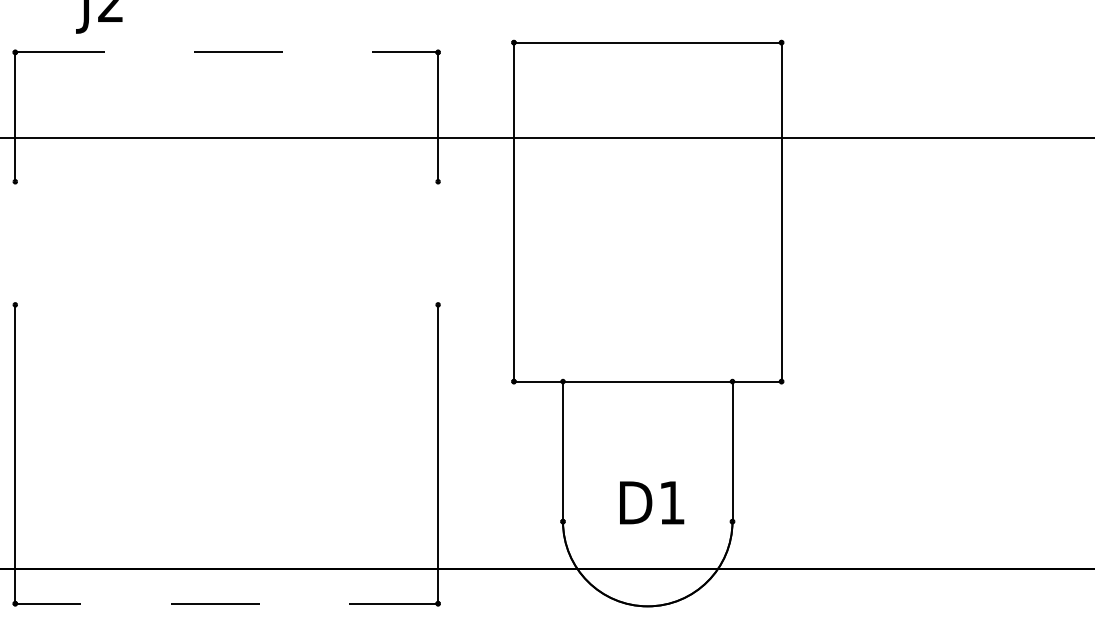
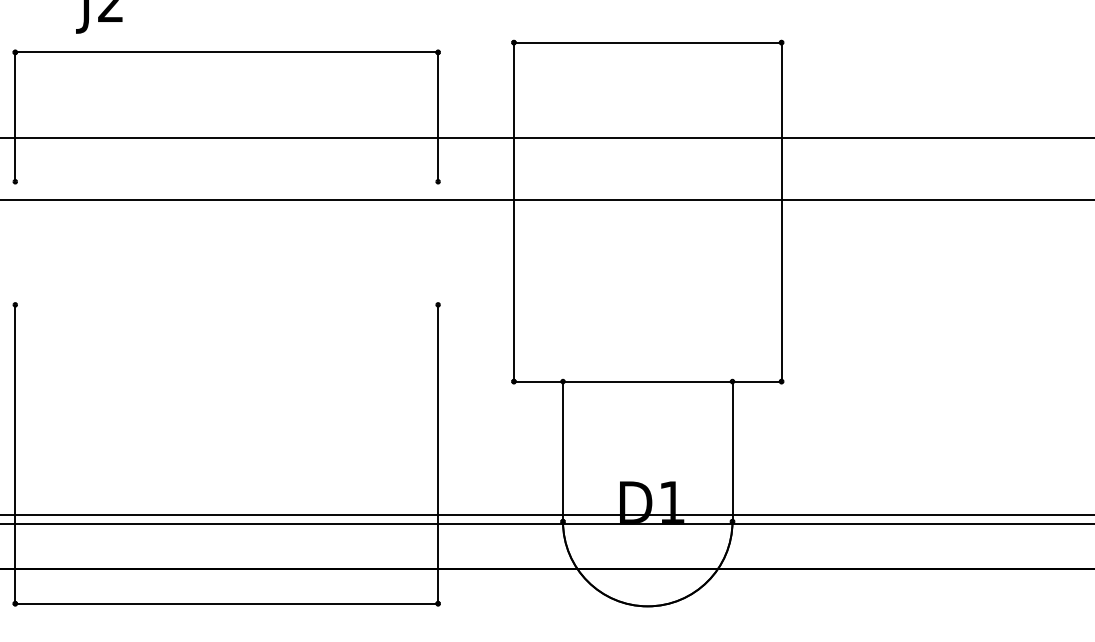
line at (227, 52): dashed -> solid
line at (546, 200): none -> present
line at (546, 515): none -> present
line at (546, 524): none -> present
line at (226, 603): dashed -> solid
